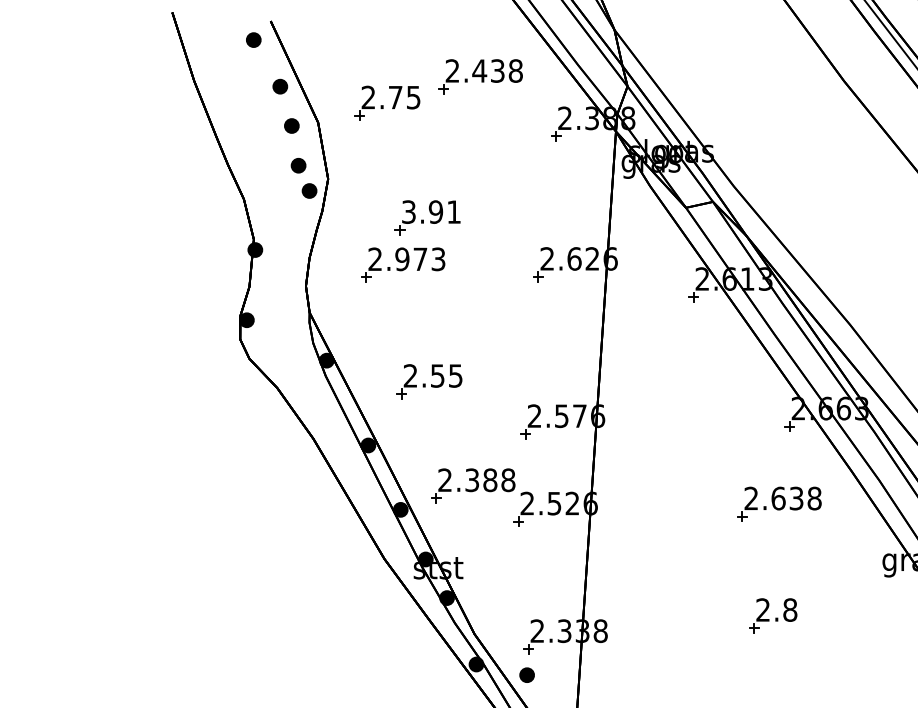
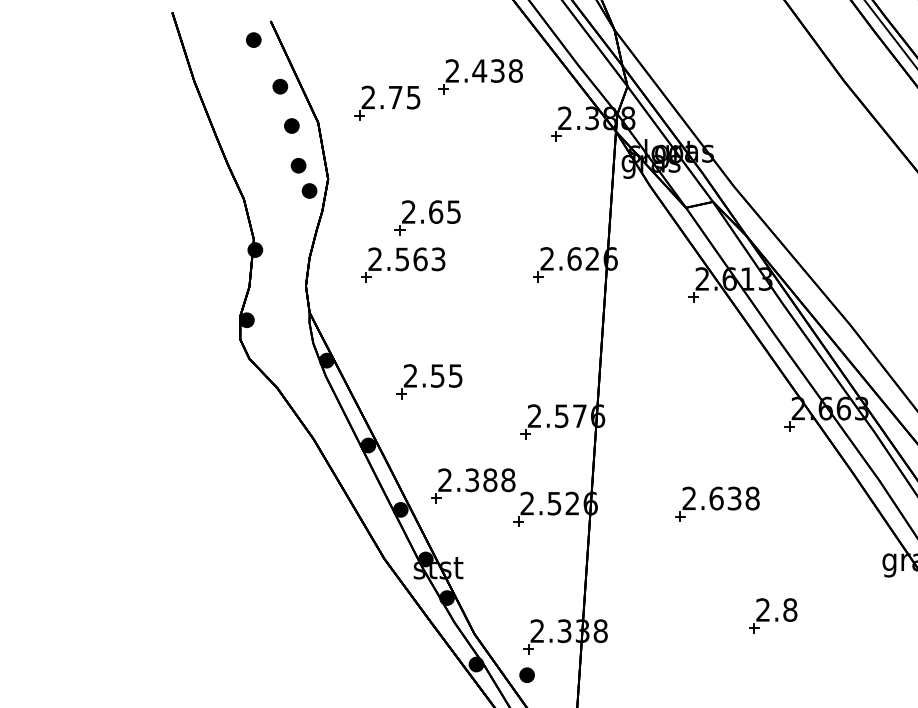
text at (431, 211): 3.91 -> 2.65
text at (411, 259): 2.973 -> 2.563
part at (779, 503) position: (779, 503) -> (717, 503)
